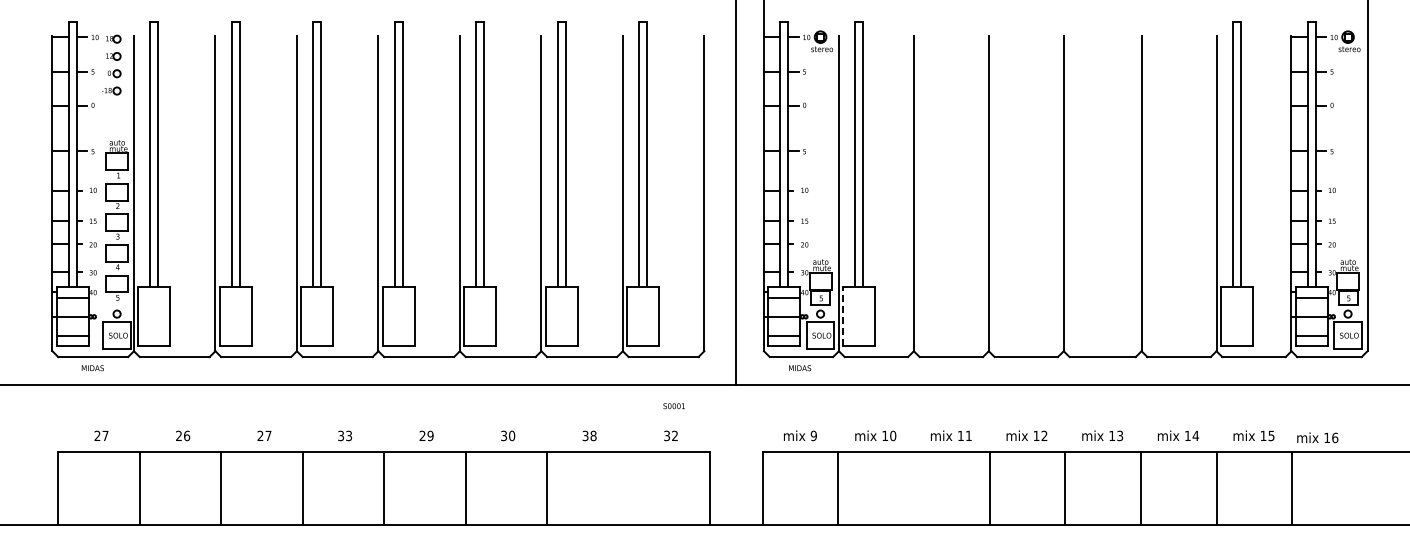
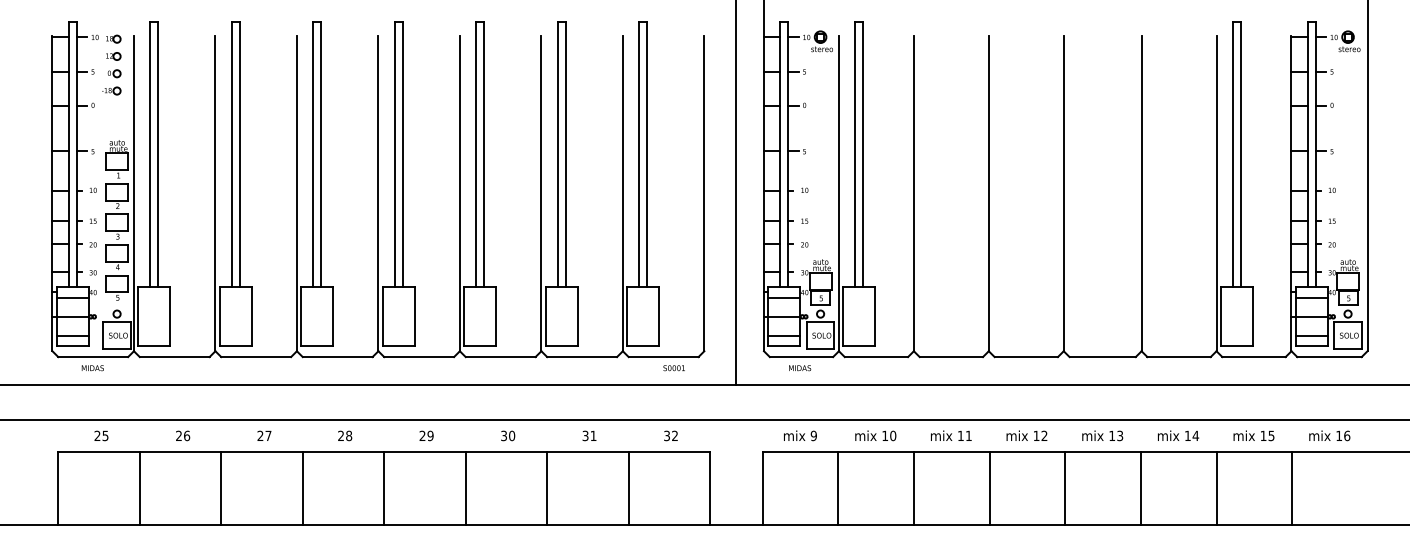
line at (843, 316): dashed -> solid
text at (673, 406) position: (673, 406) -> (673, 368)
line at (704, 419): none -> present
text at (345, 435): 33 -> 28
text at (593, 435): 38 -> 31
text at (105, 436): 27 -> 25
text at (1317, 437) position: (1317, 437) -> (1329, 435)
line at (628, 487): none -> present
line at (913, 487): none -> present
